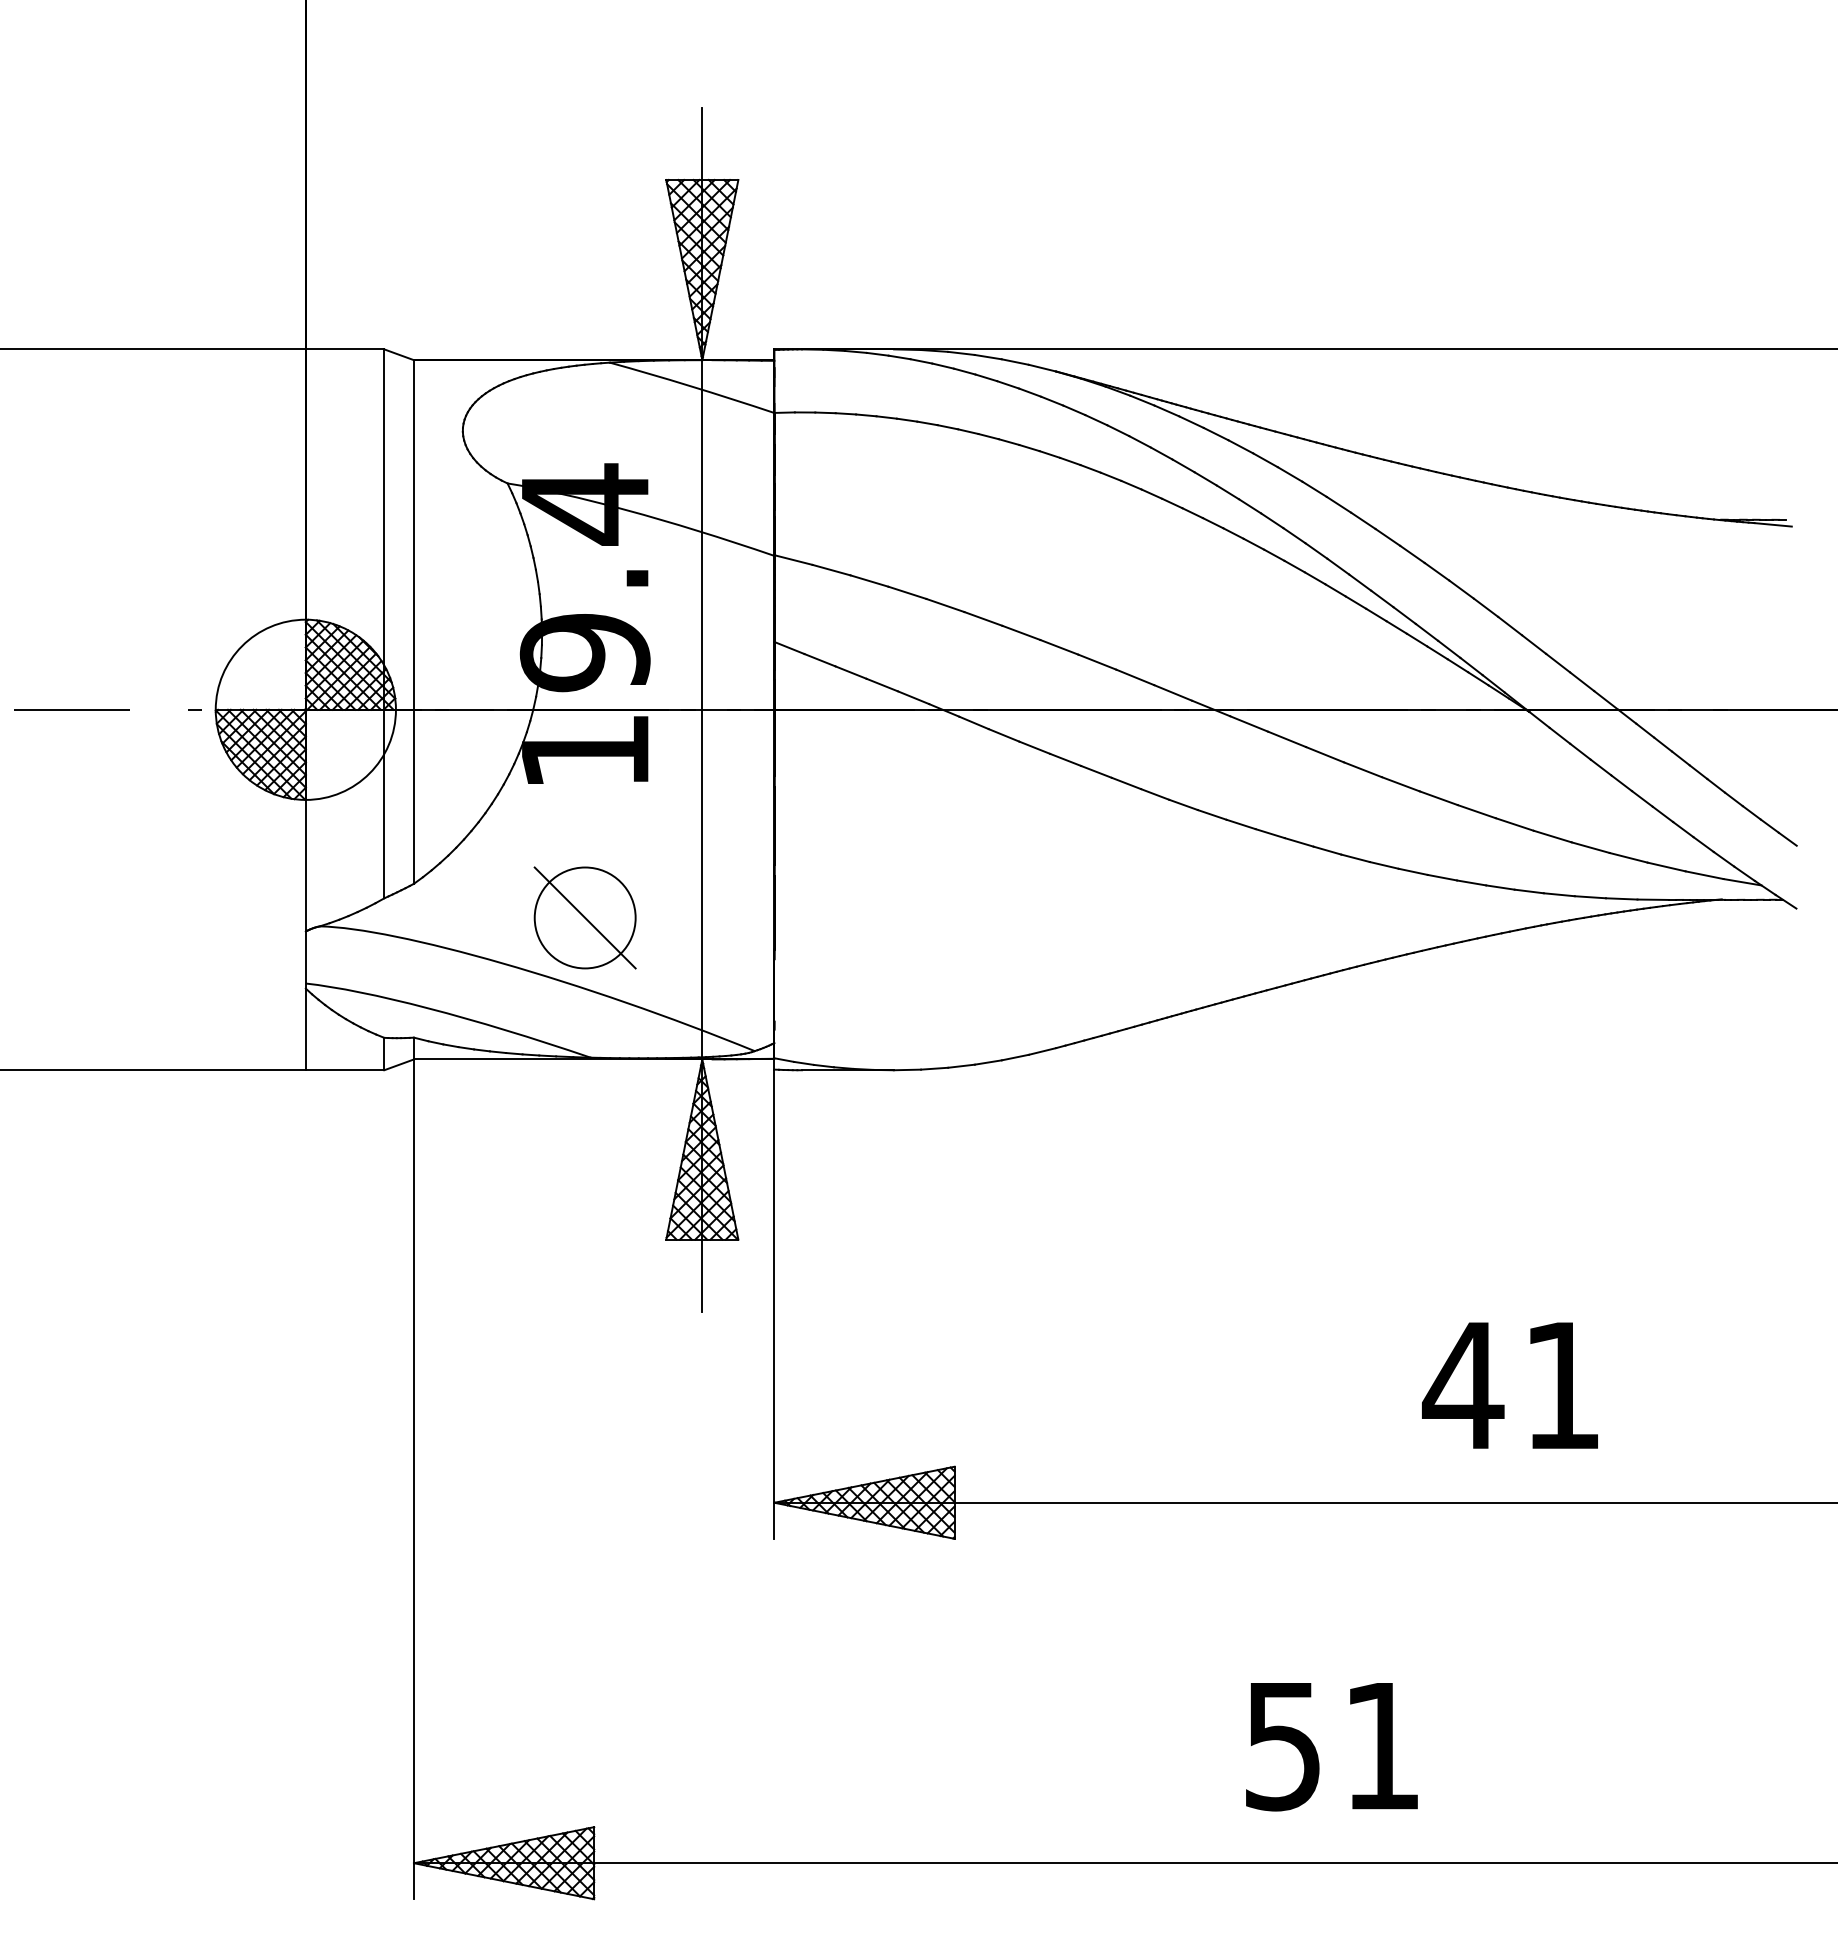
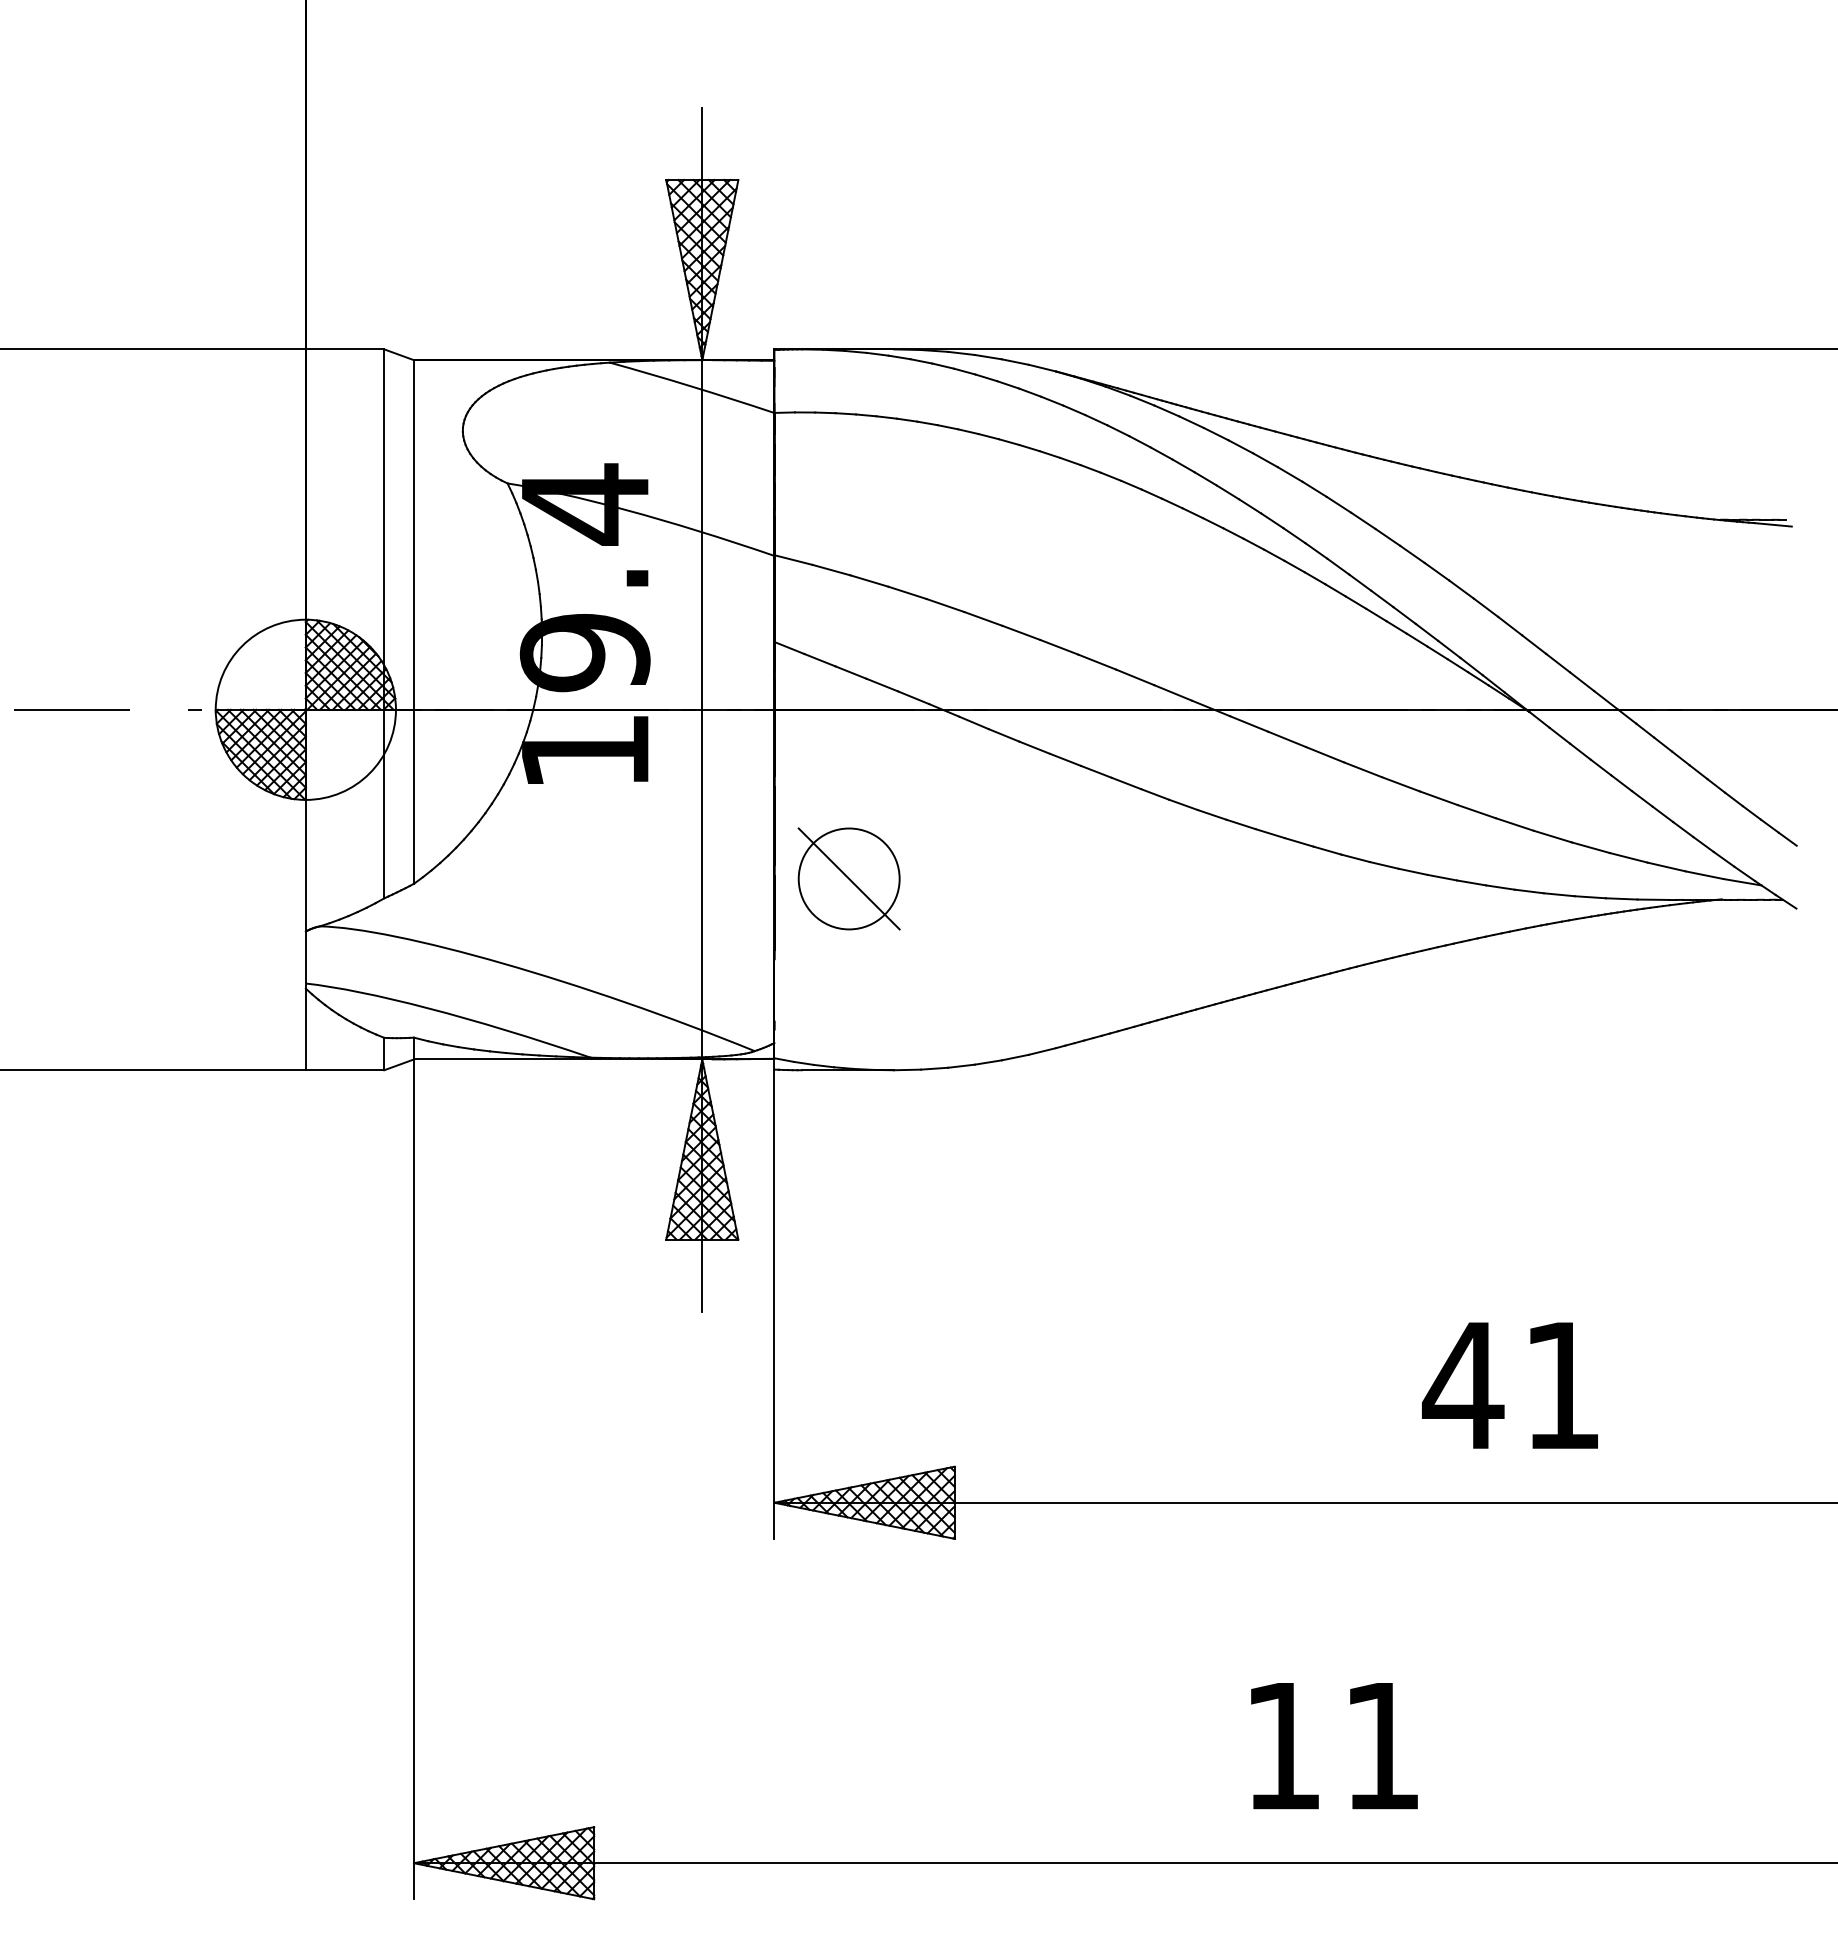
part at (584, 917) position: (584, 917) -> (848, 878)
text at (1282, 1747): 51 -> 11
